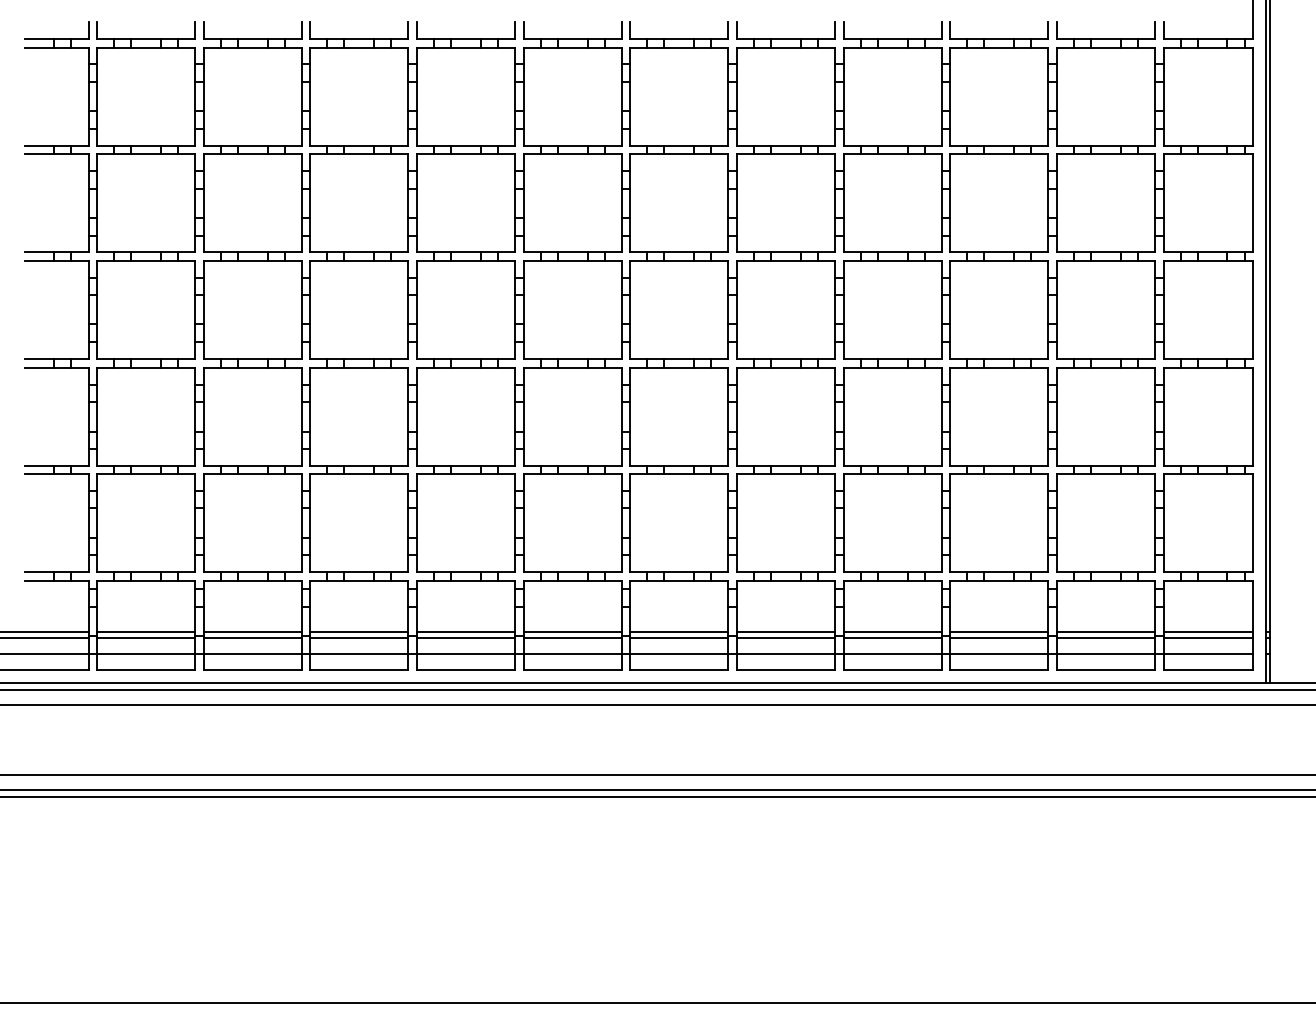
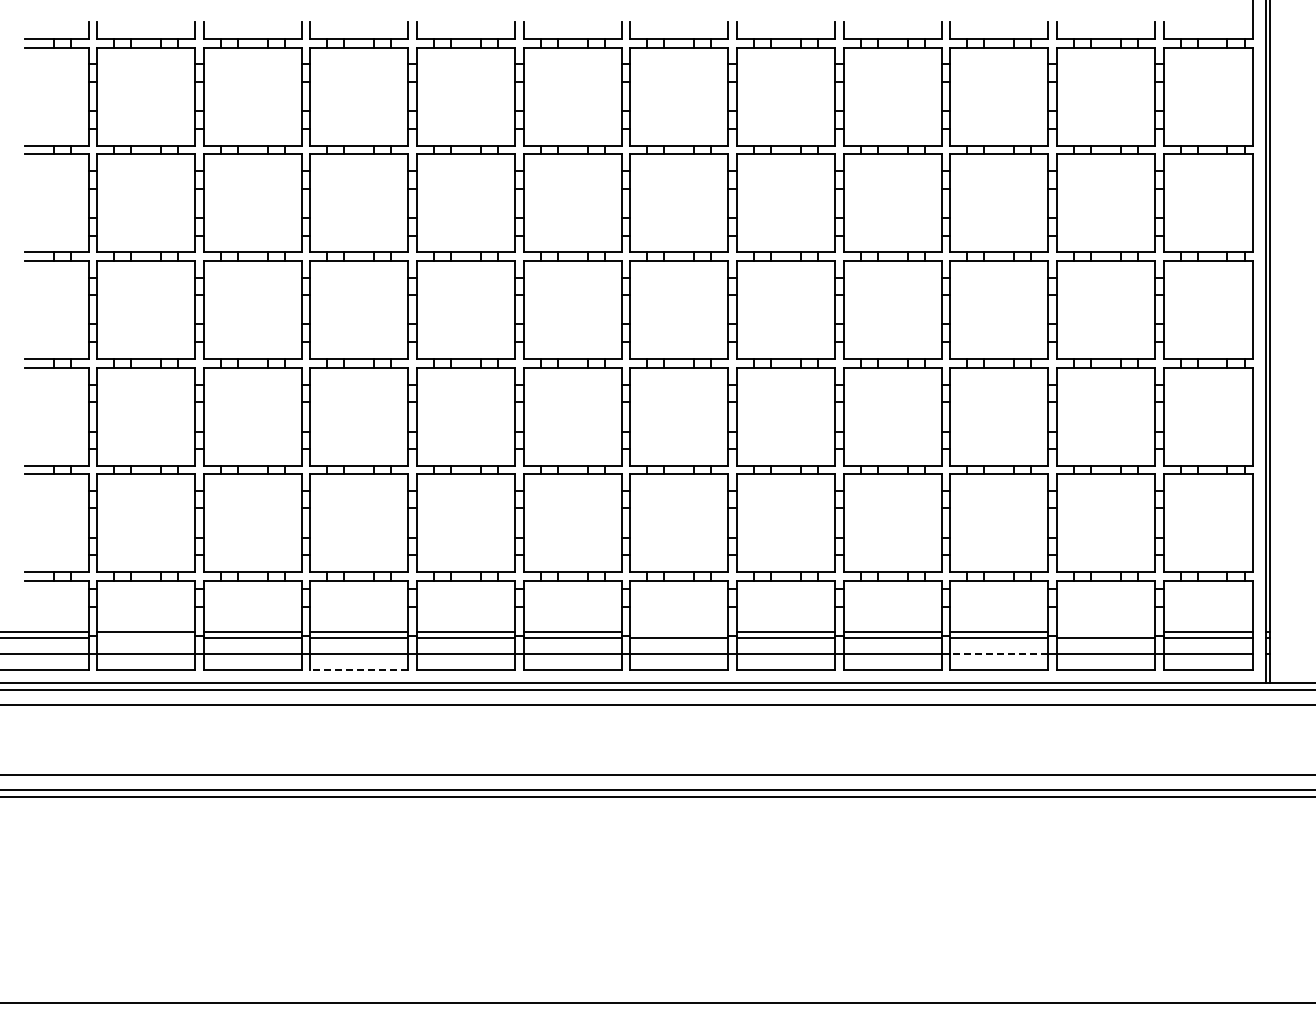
line at (679, 631): present -> none
line at (1105, 631): present -> none
line at (146, 638): present -> none
line at (998, 653): solid -> dashed
line at (358, 670): solid -> dashed
